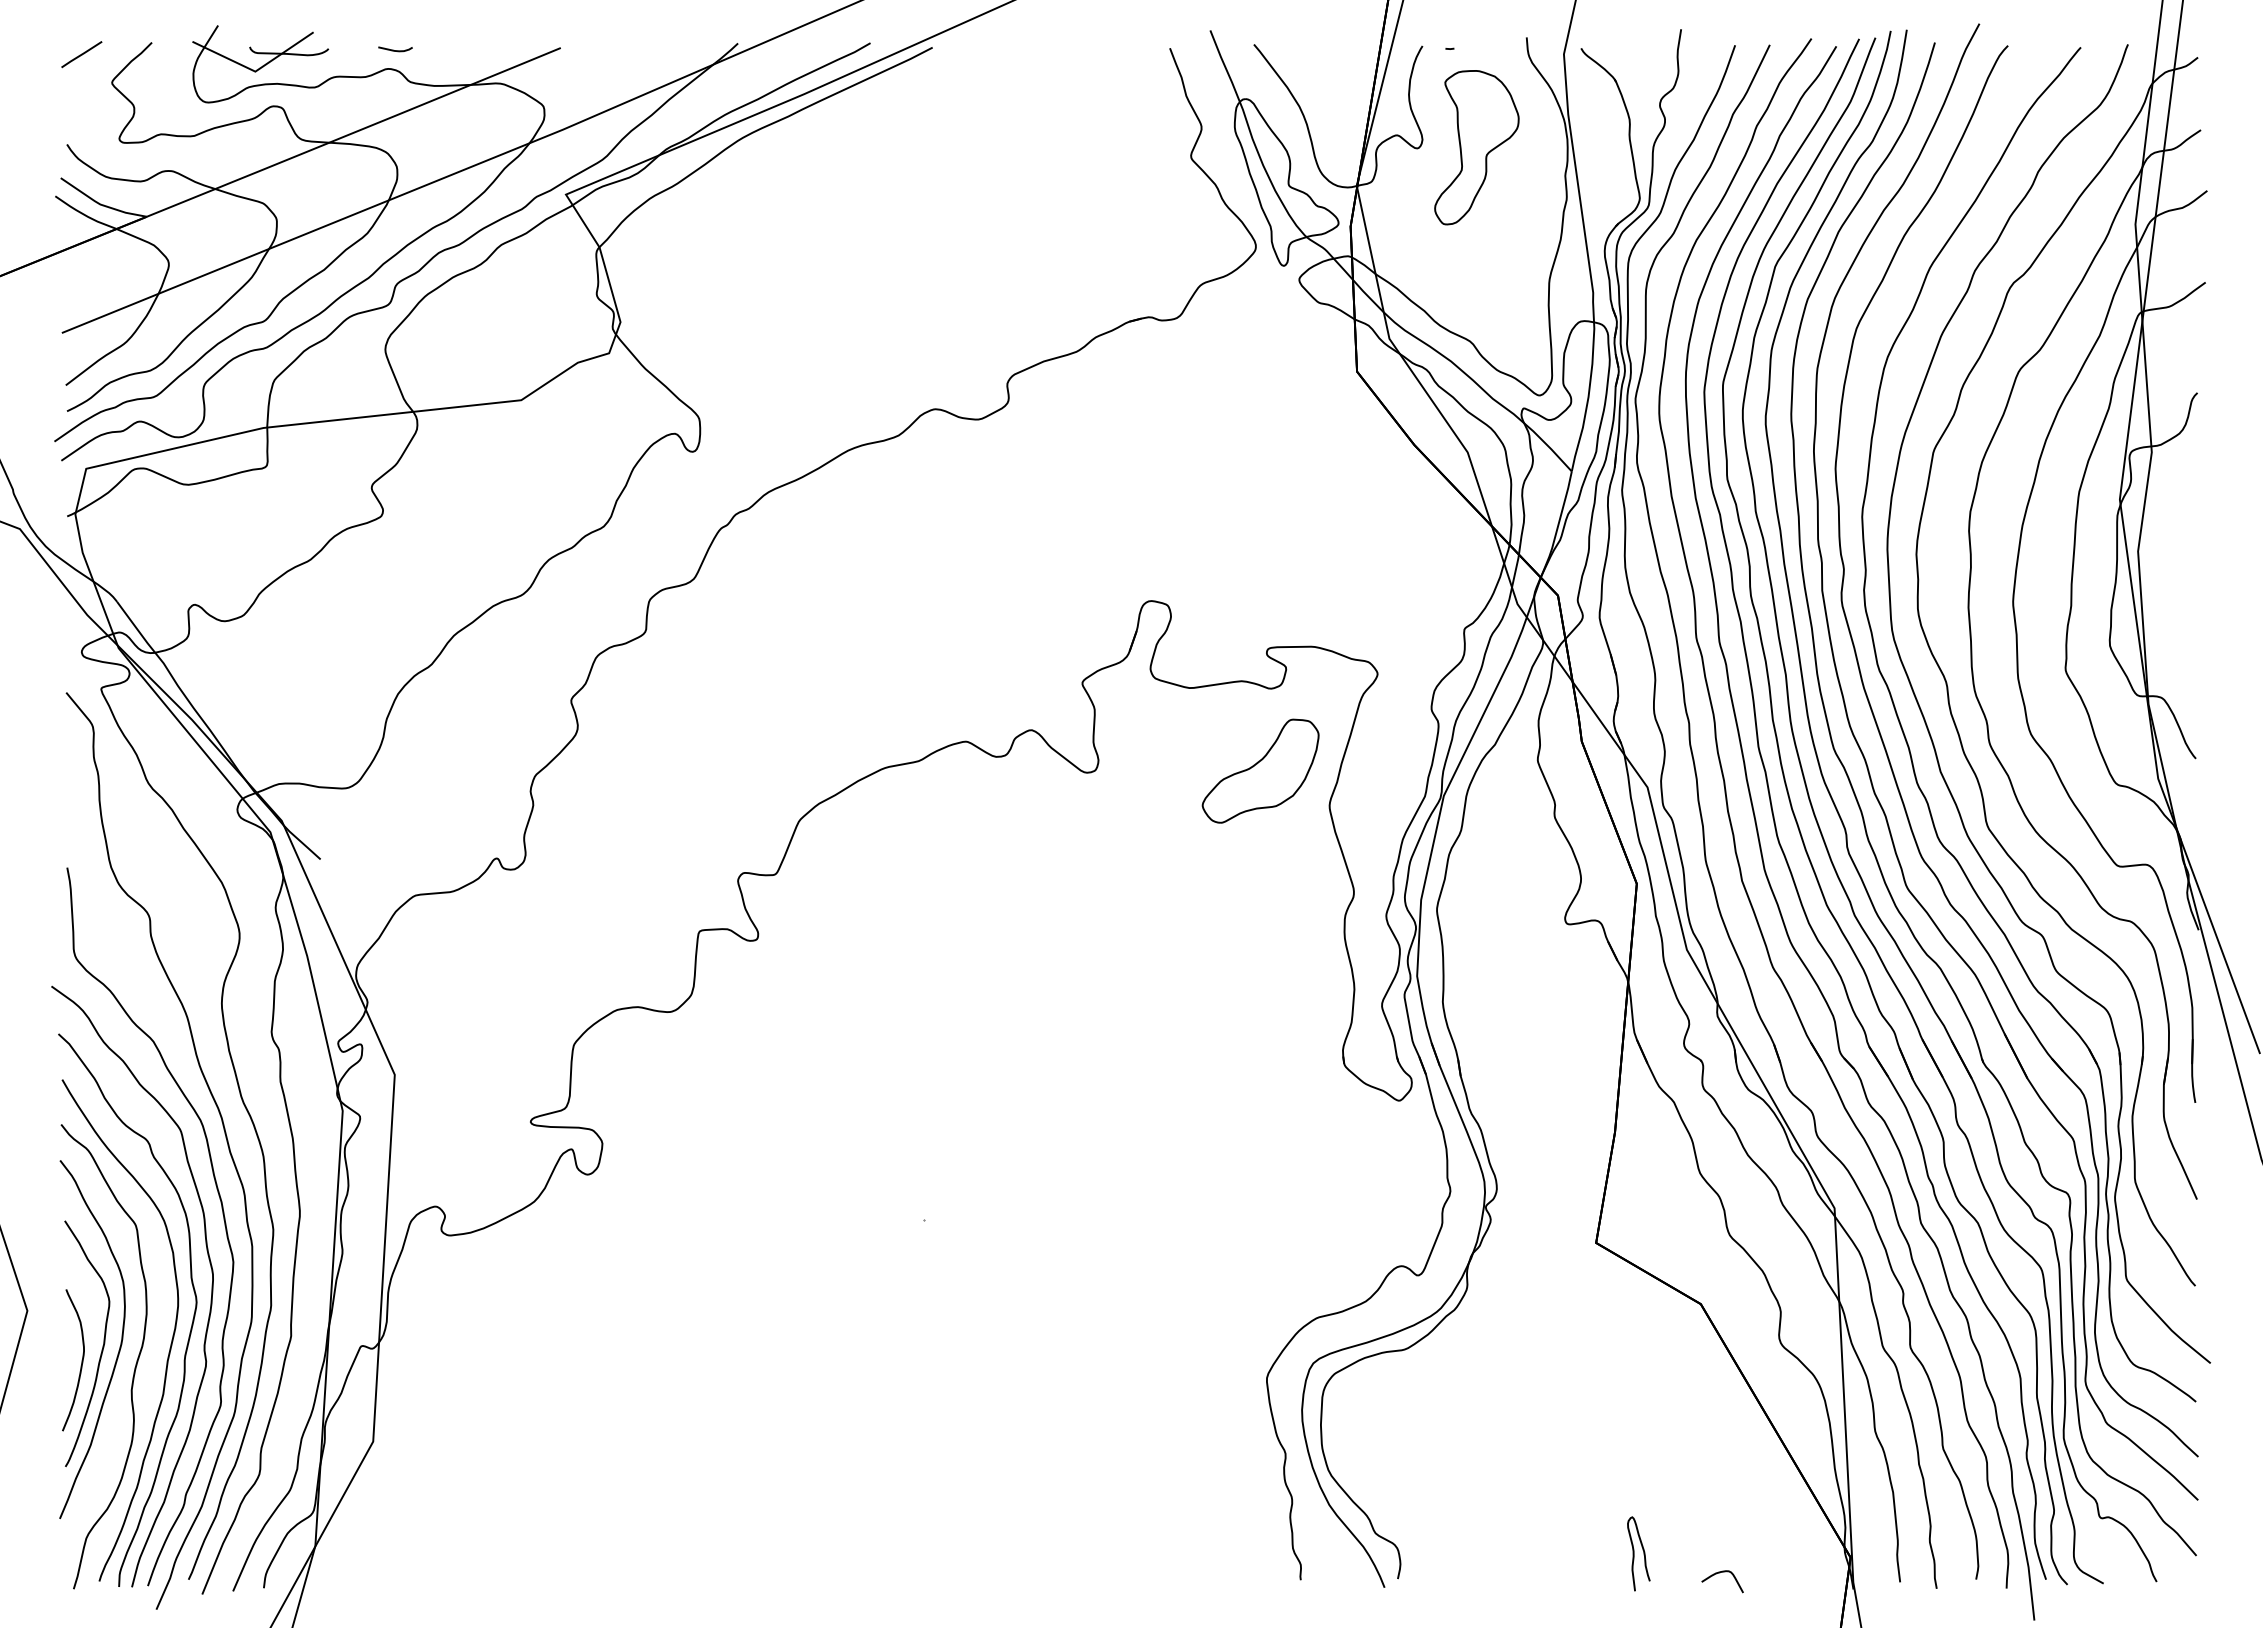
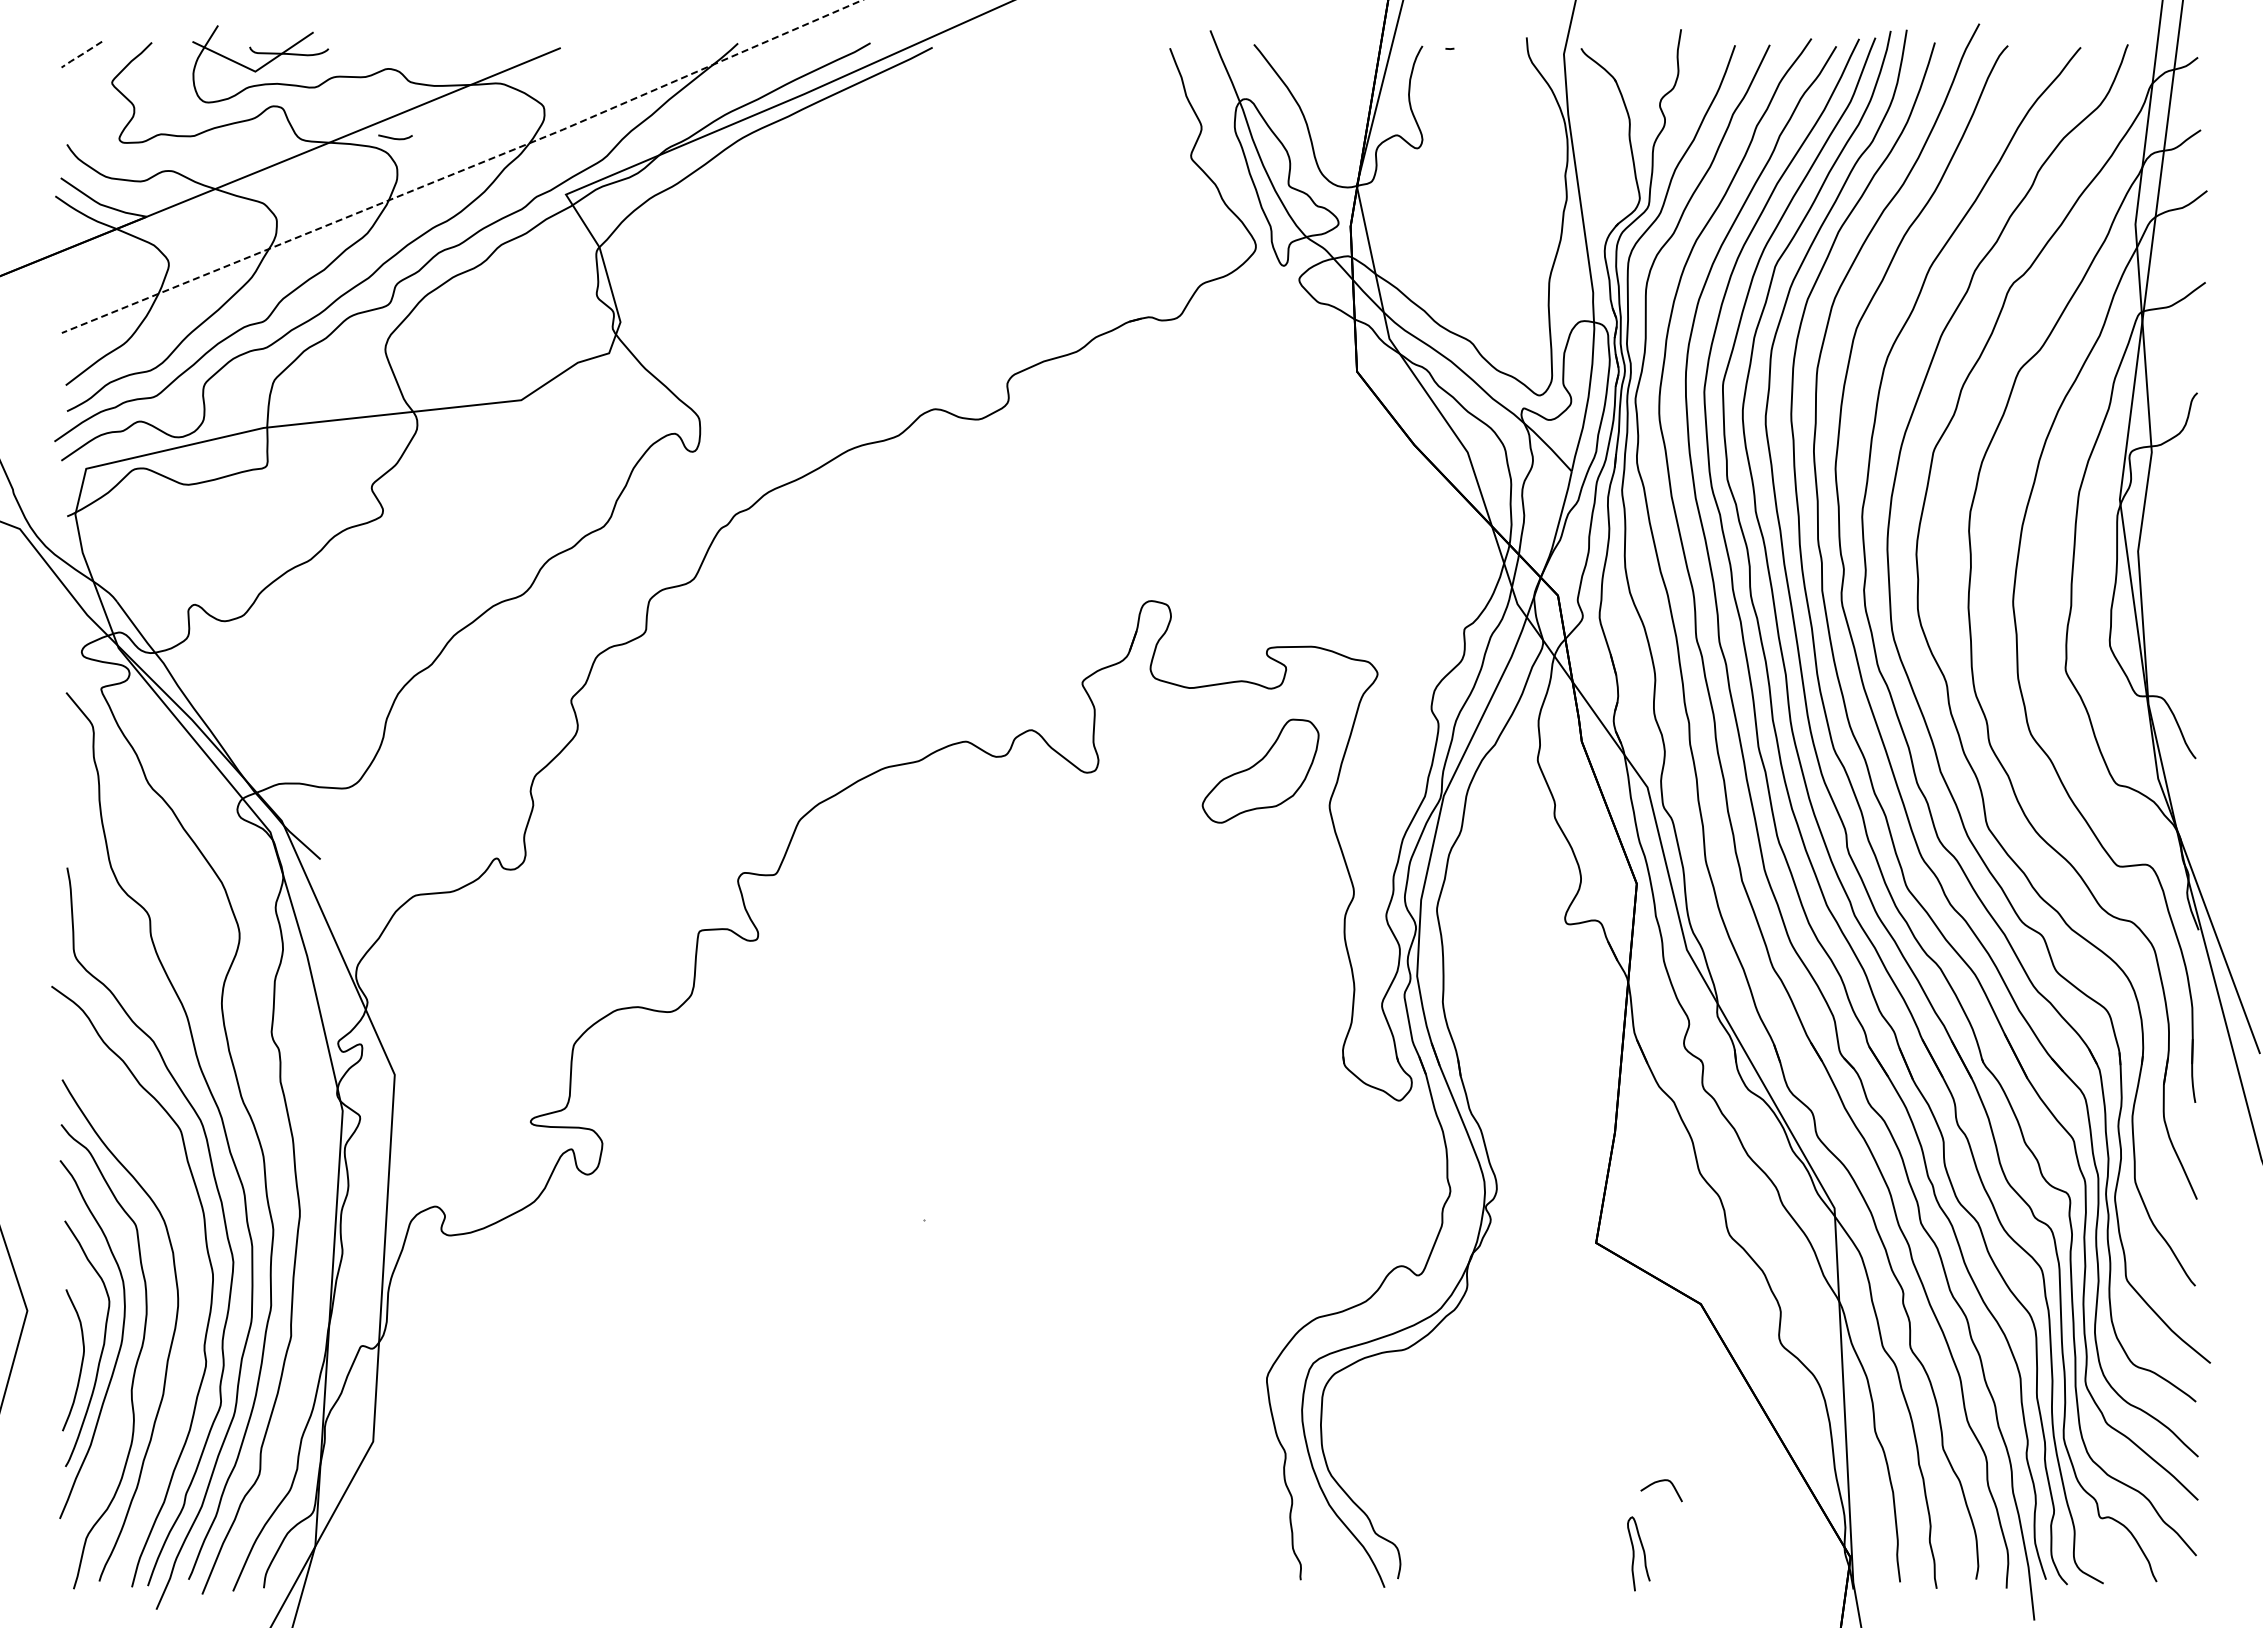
curve at (395, 50) position: (395, 50) -> (395, 138)
line at (81, 54): solid -> dashed
part at (1476, 147): present -> none
line at (463, 169): solid -> dashed
curve at (191, 1323): present -> none
curve at (1720, 1573) position: (1720, 1573) -> (1659, 1482)
